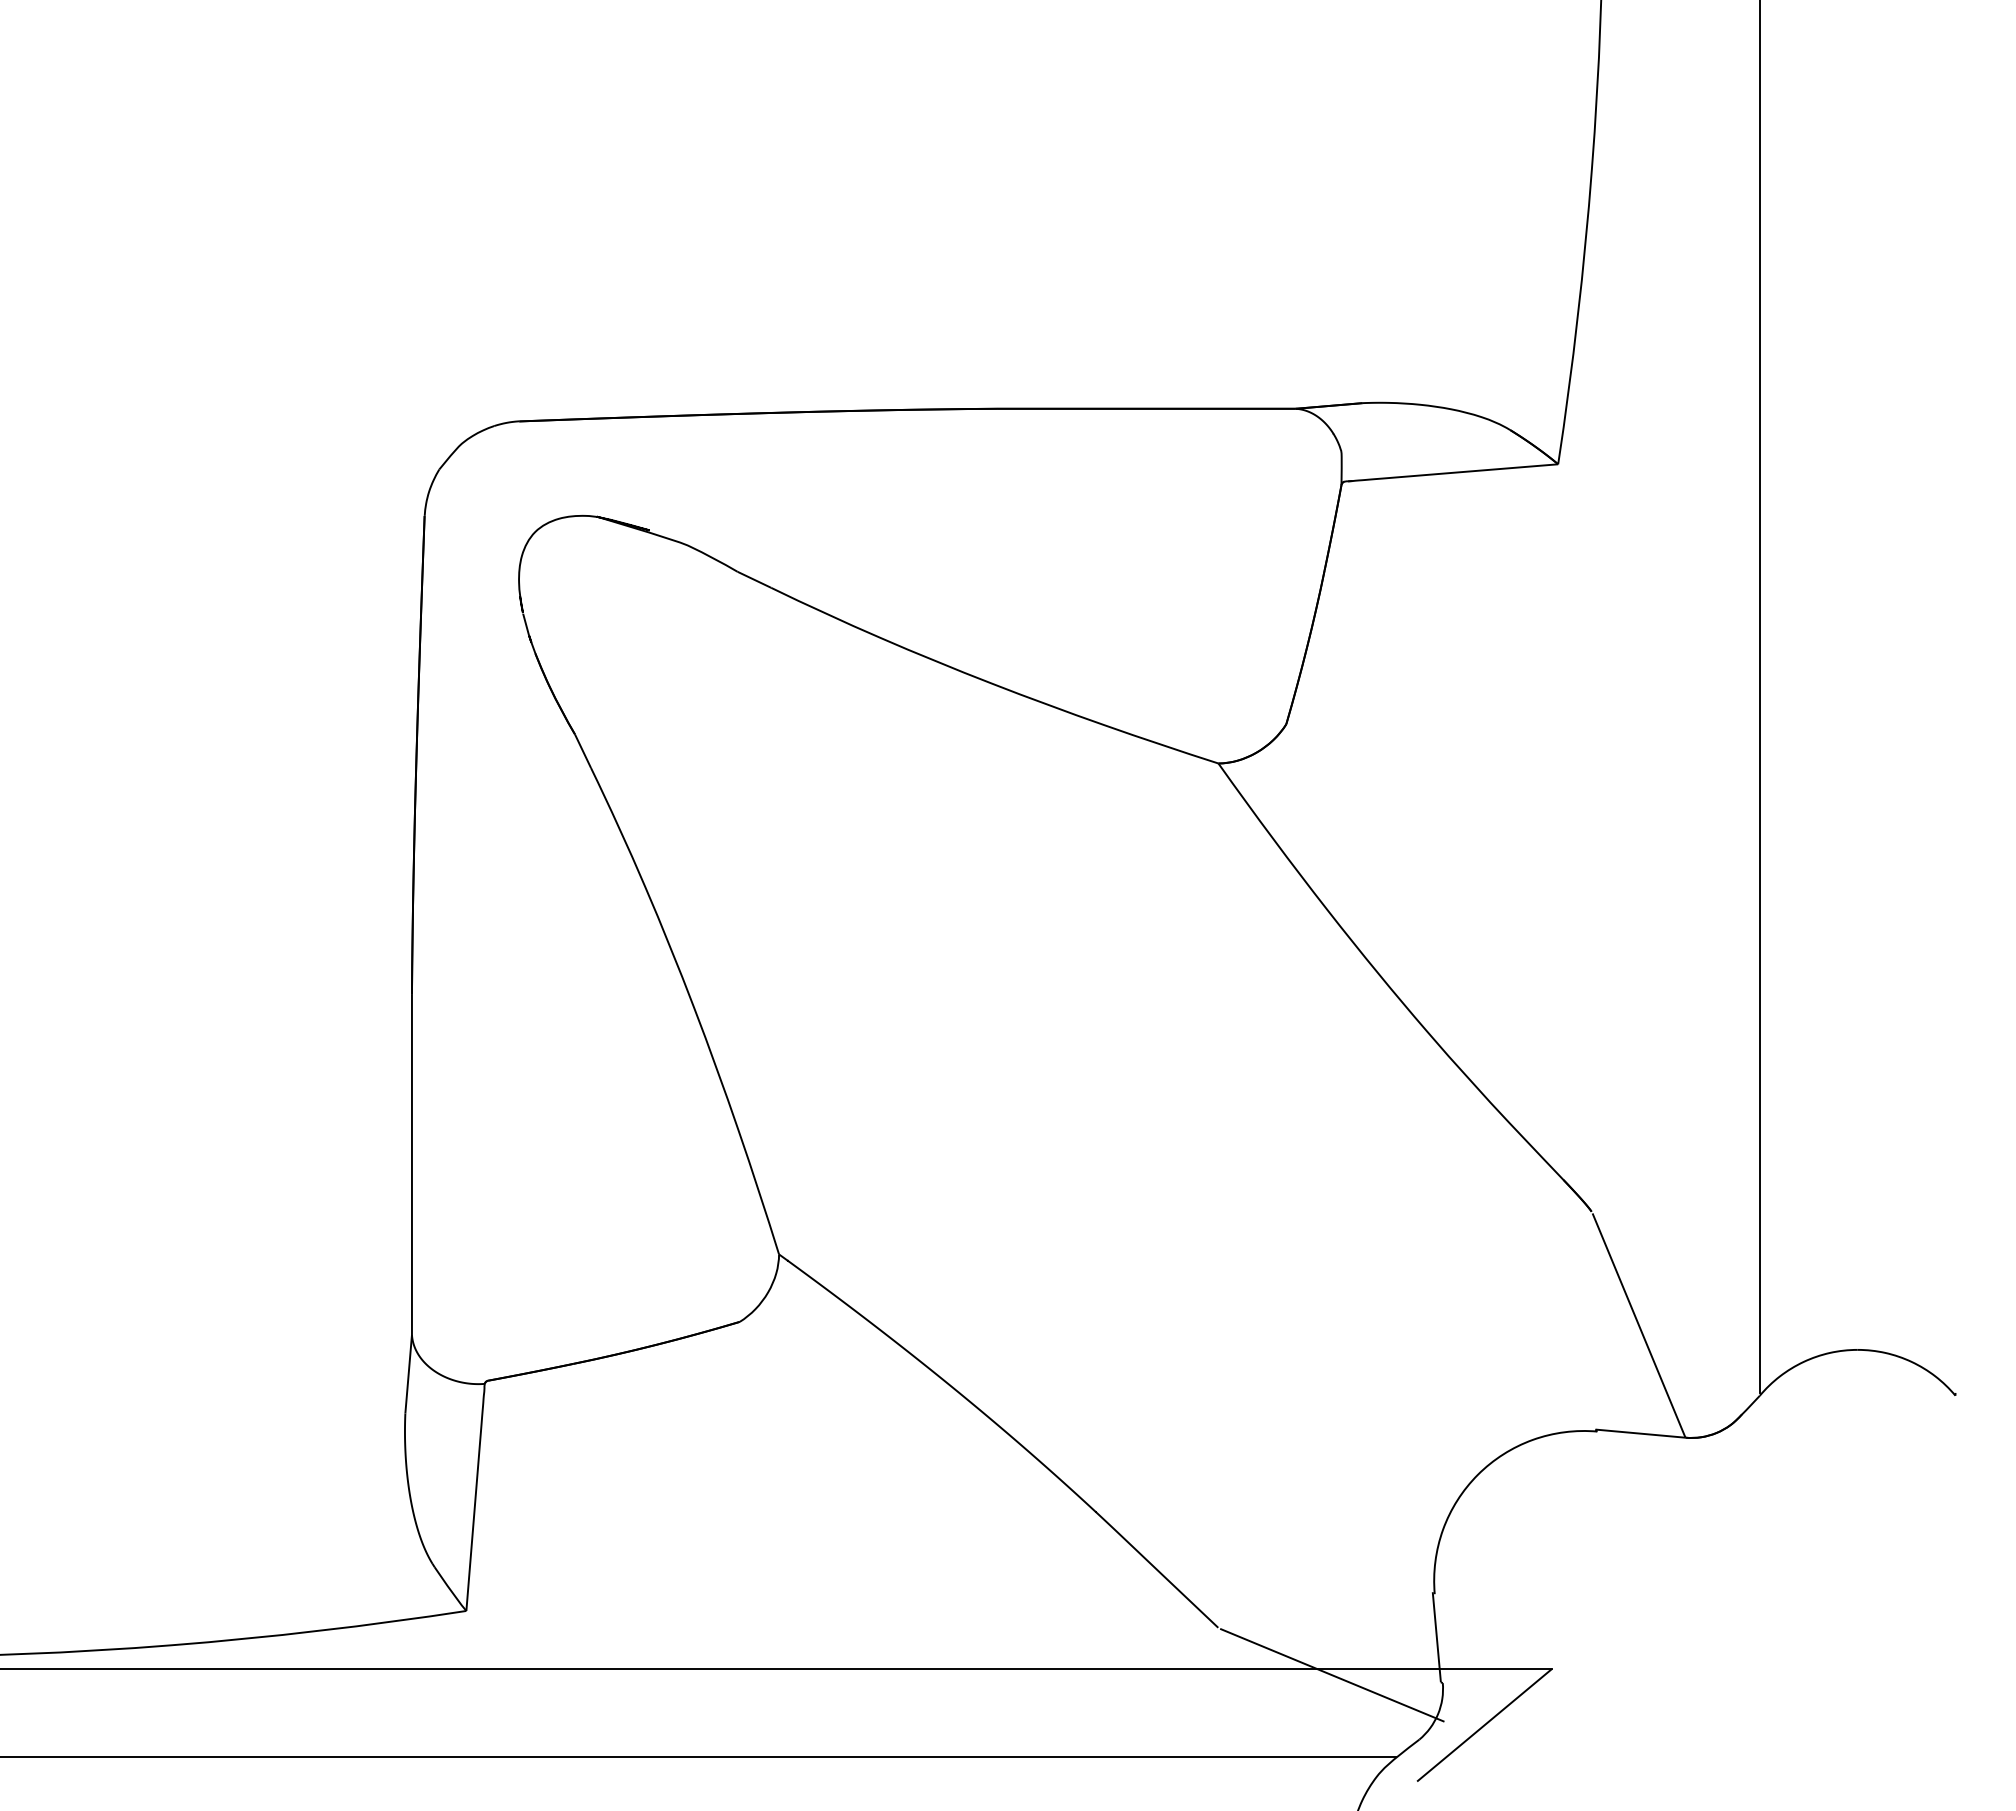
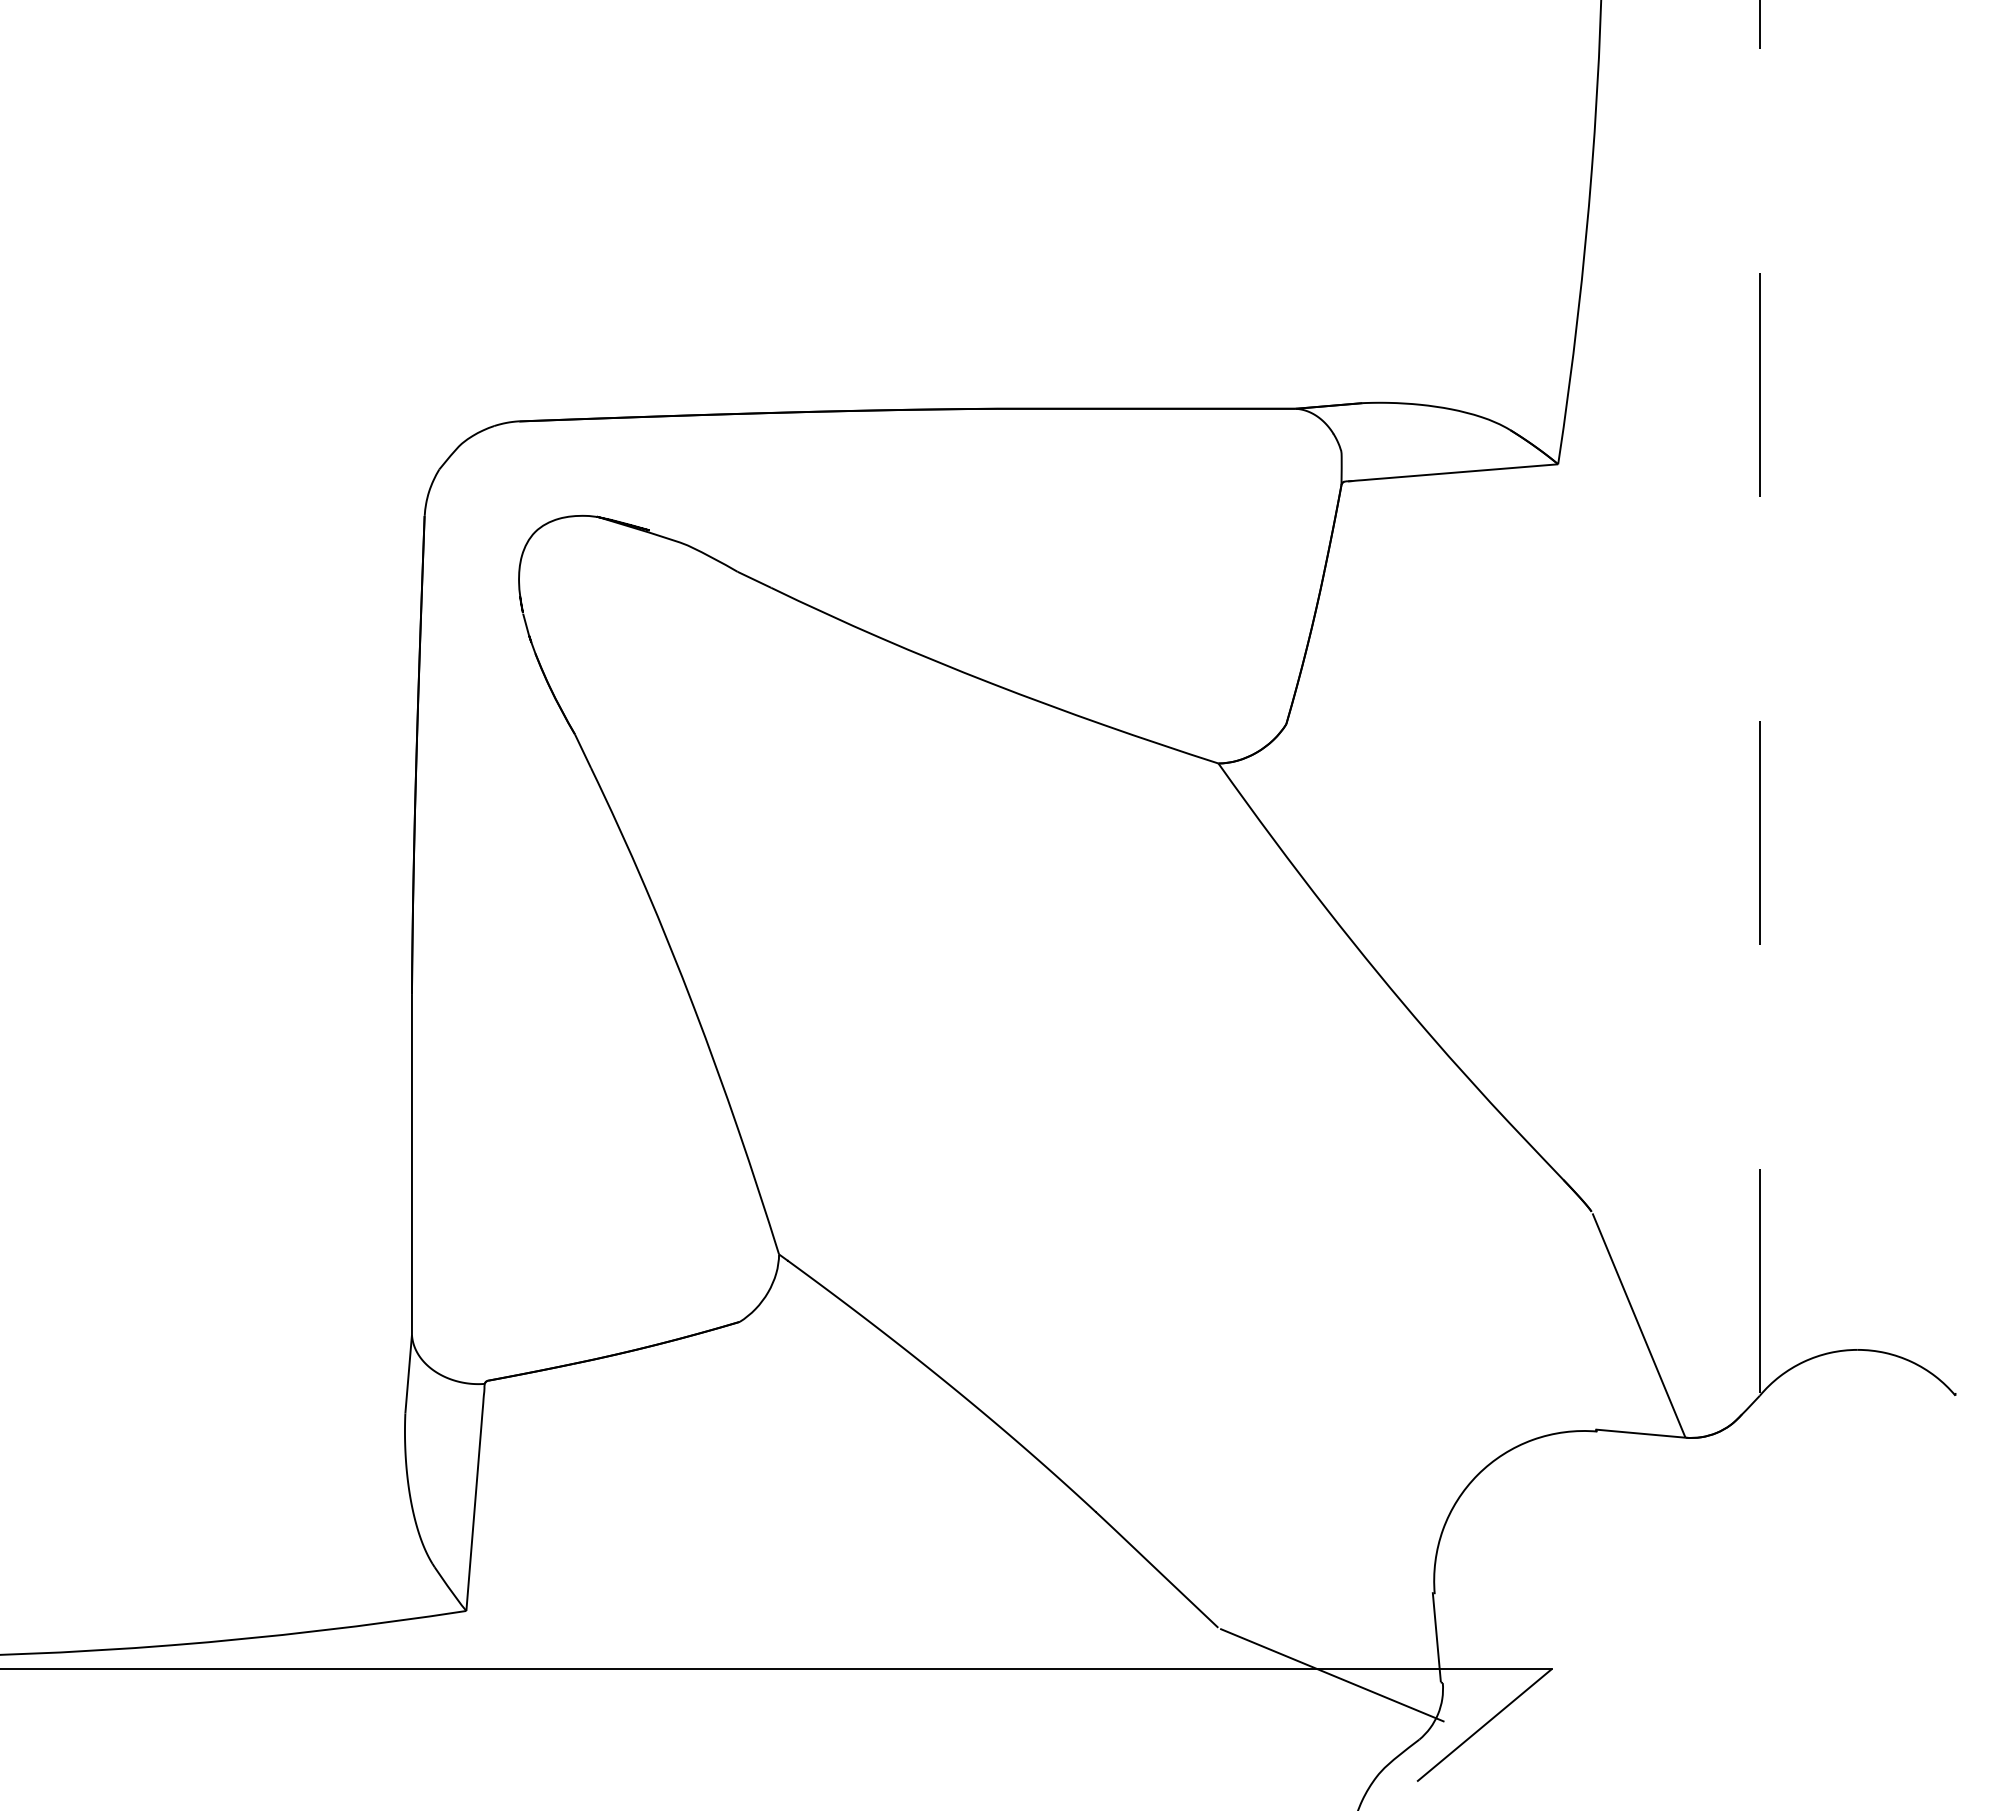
line at (1759, 696): solid -> dashed
line at (699, 1756): present -> none
